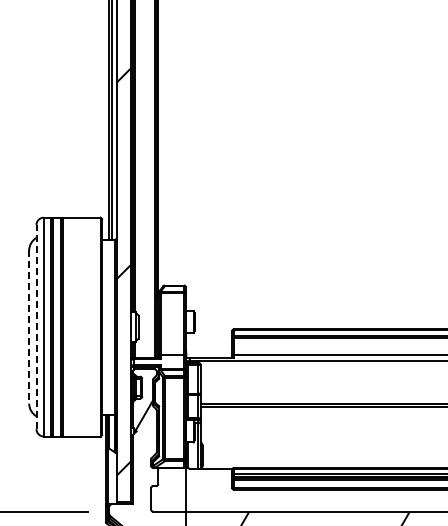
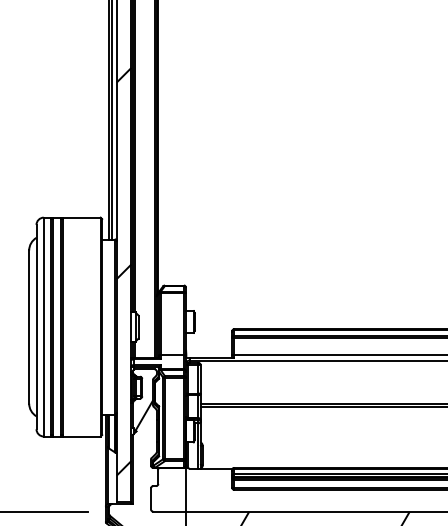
line at (36, 326): dashed -> solid
line at (29, 327): dashed -> solid
